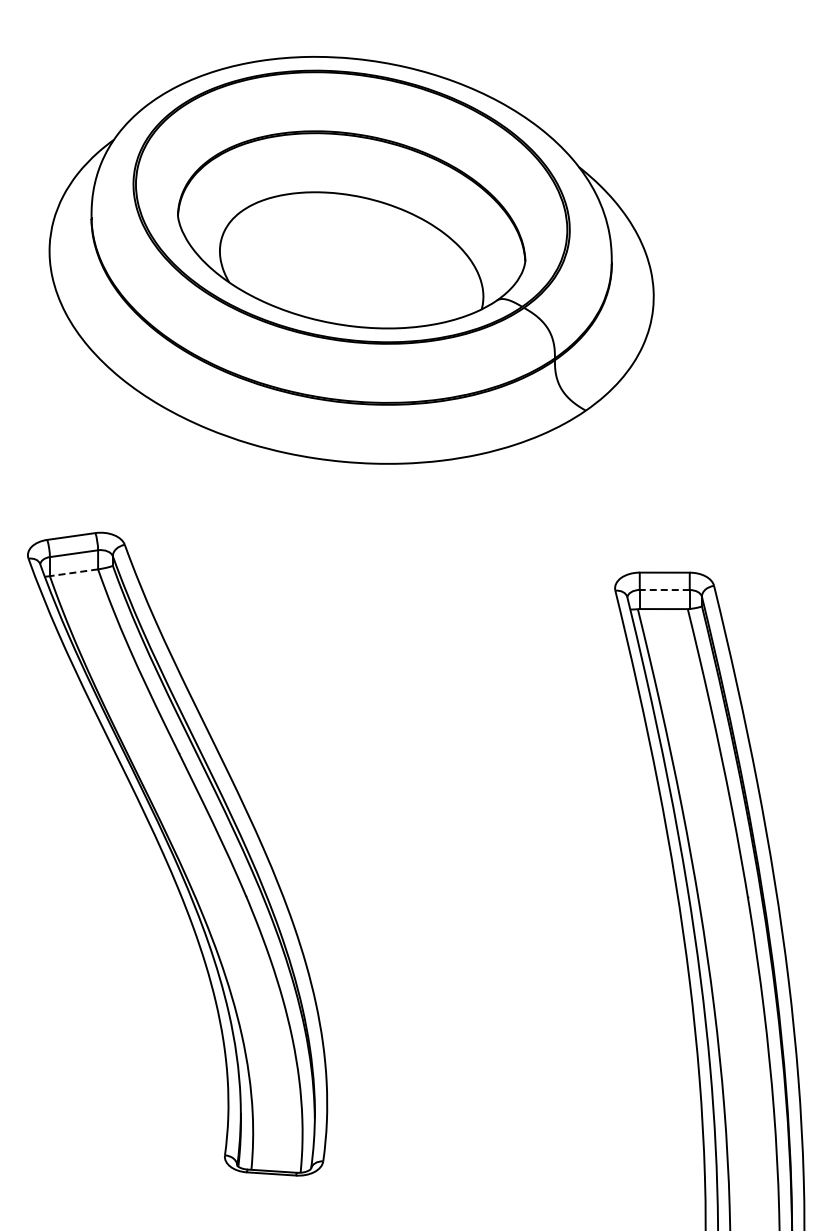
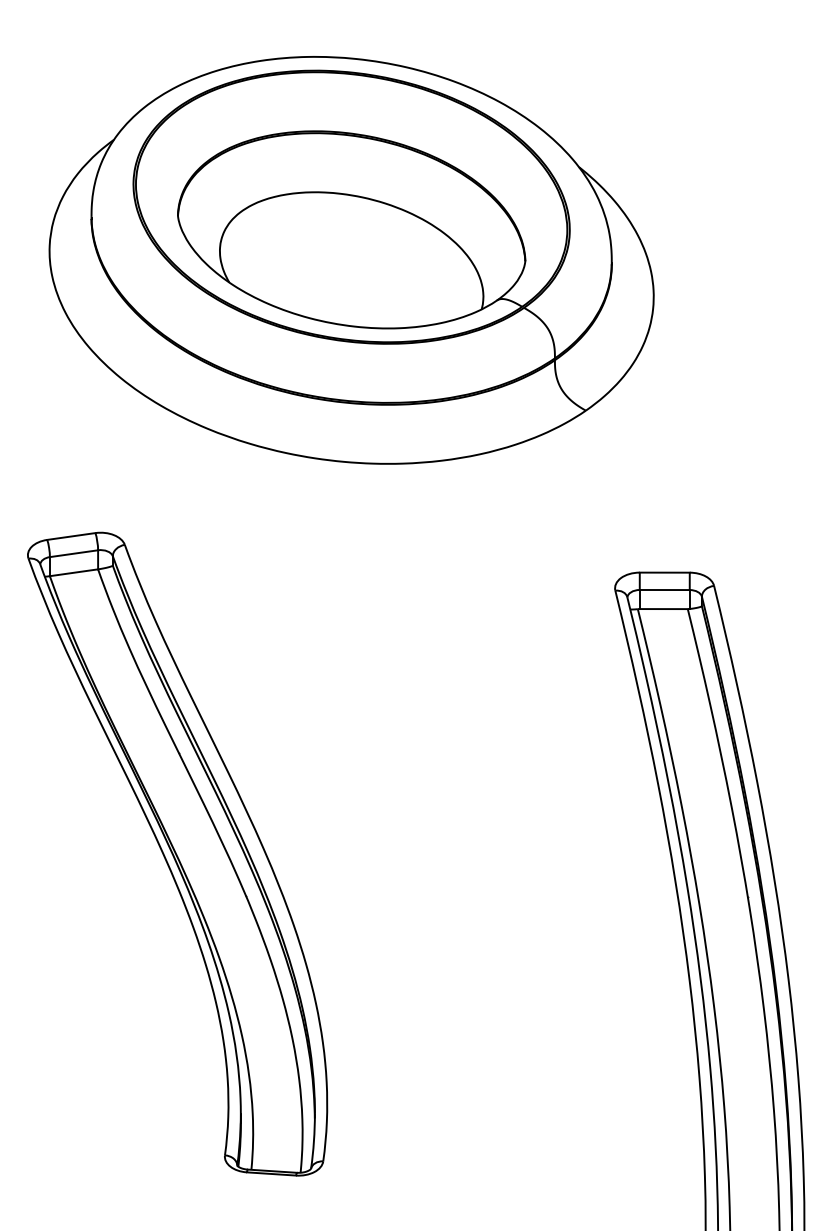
line at (73, 572): dashed -> solid
line at (664, 590): dashed -> solid
